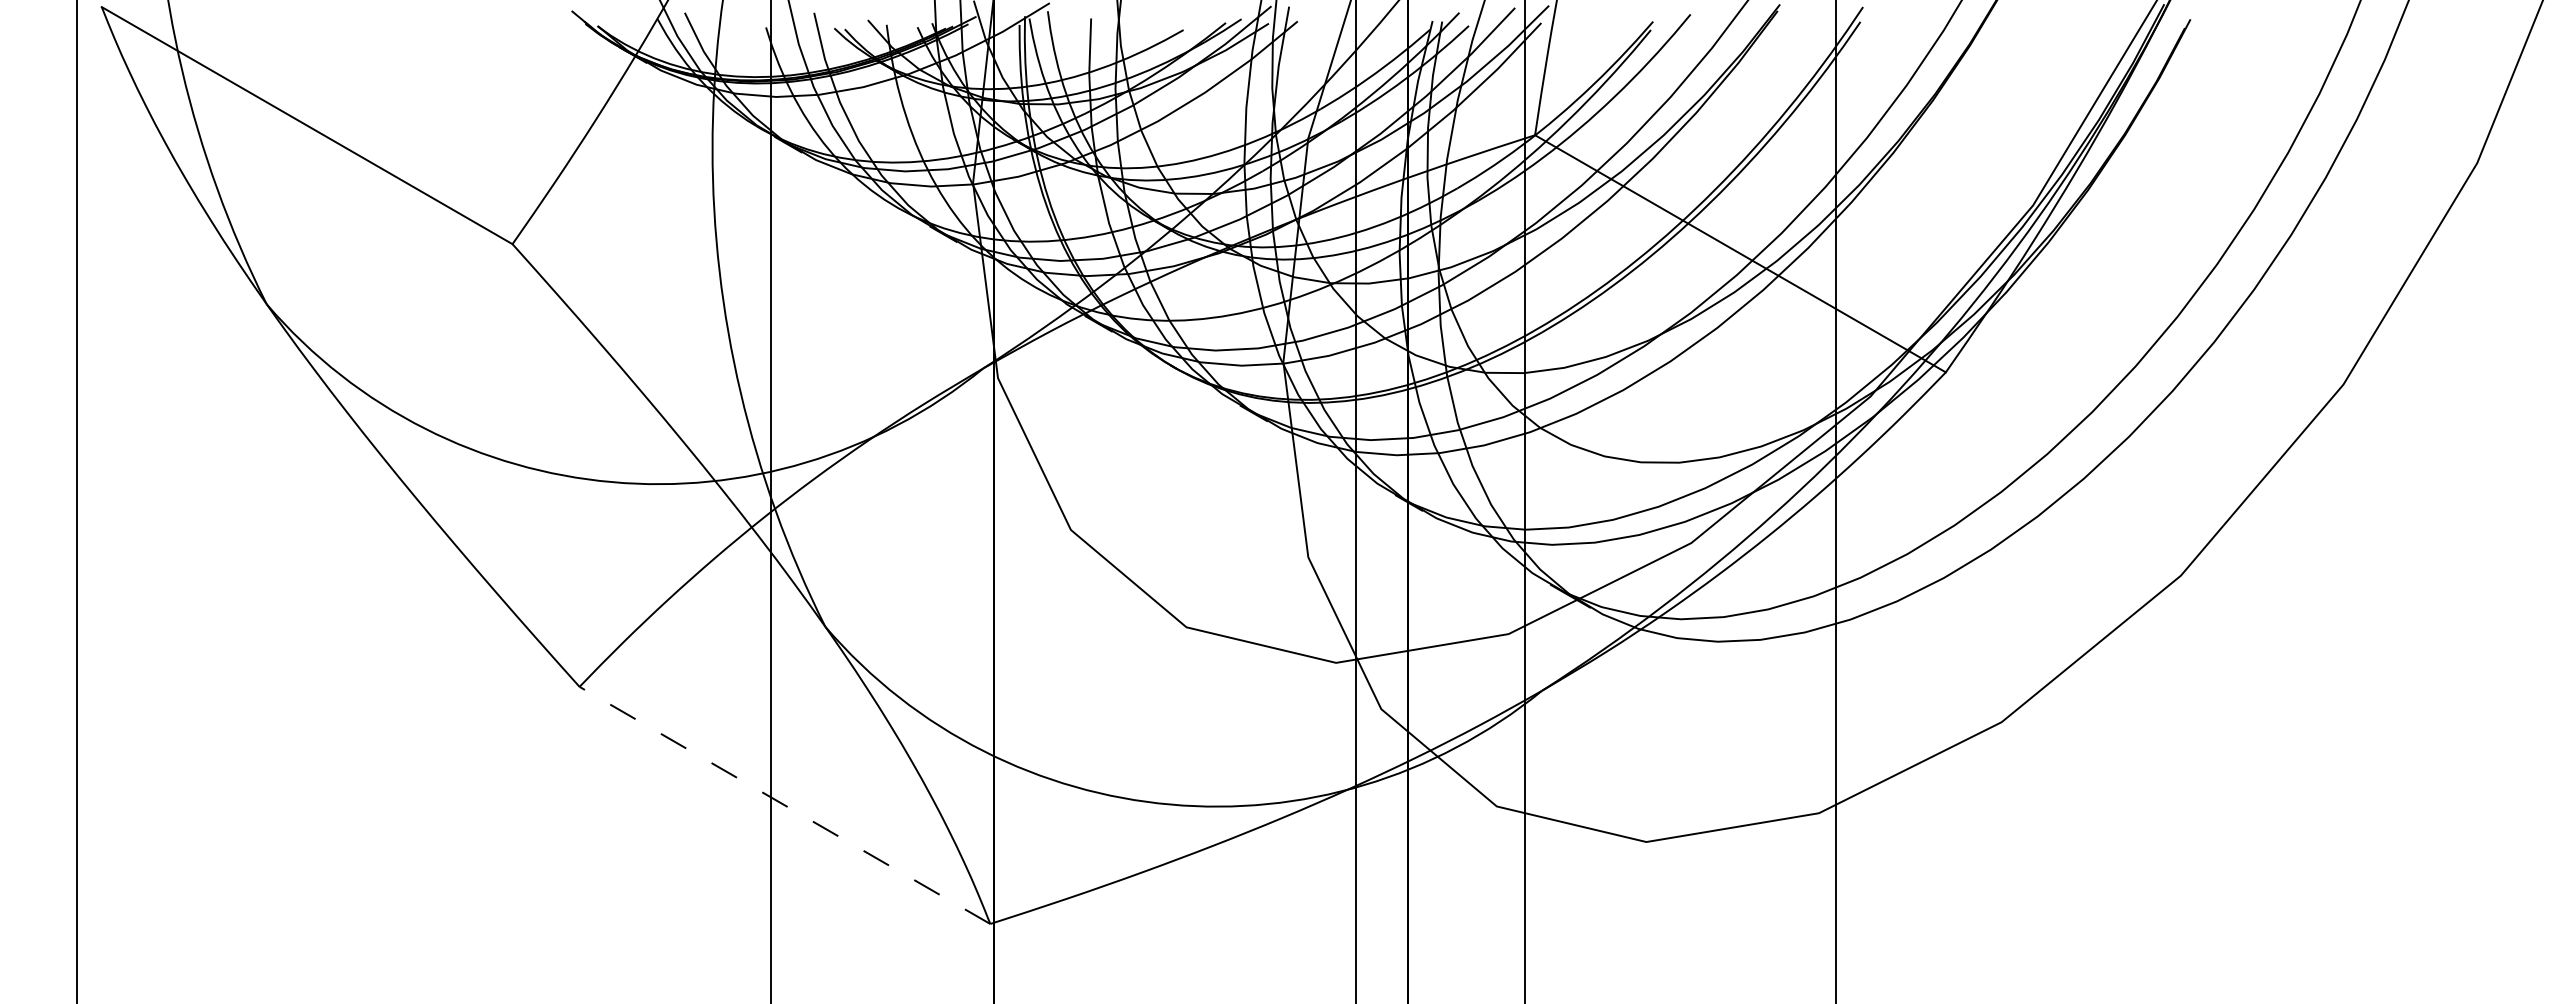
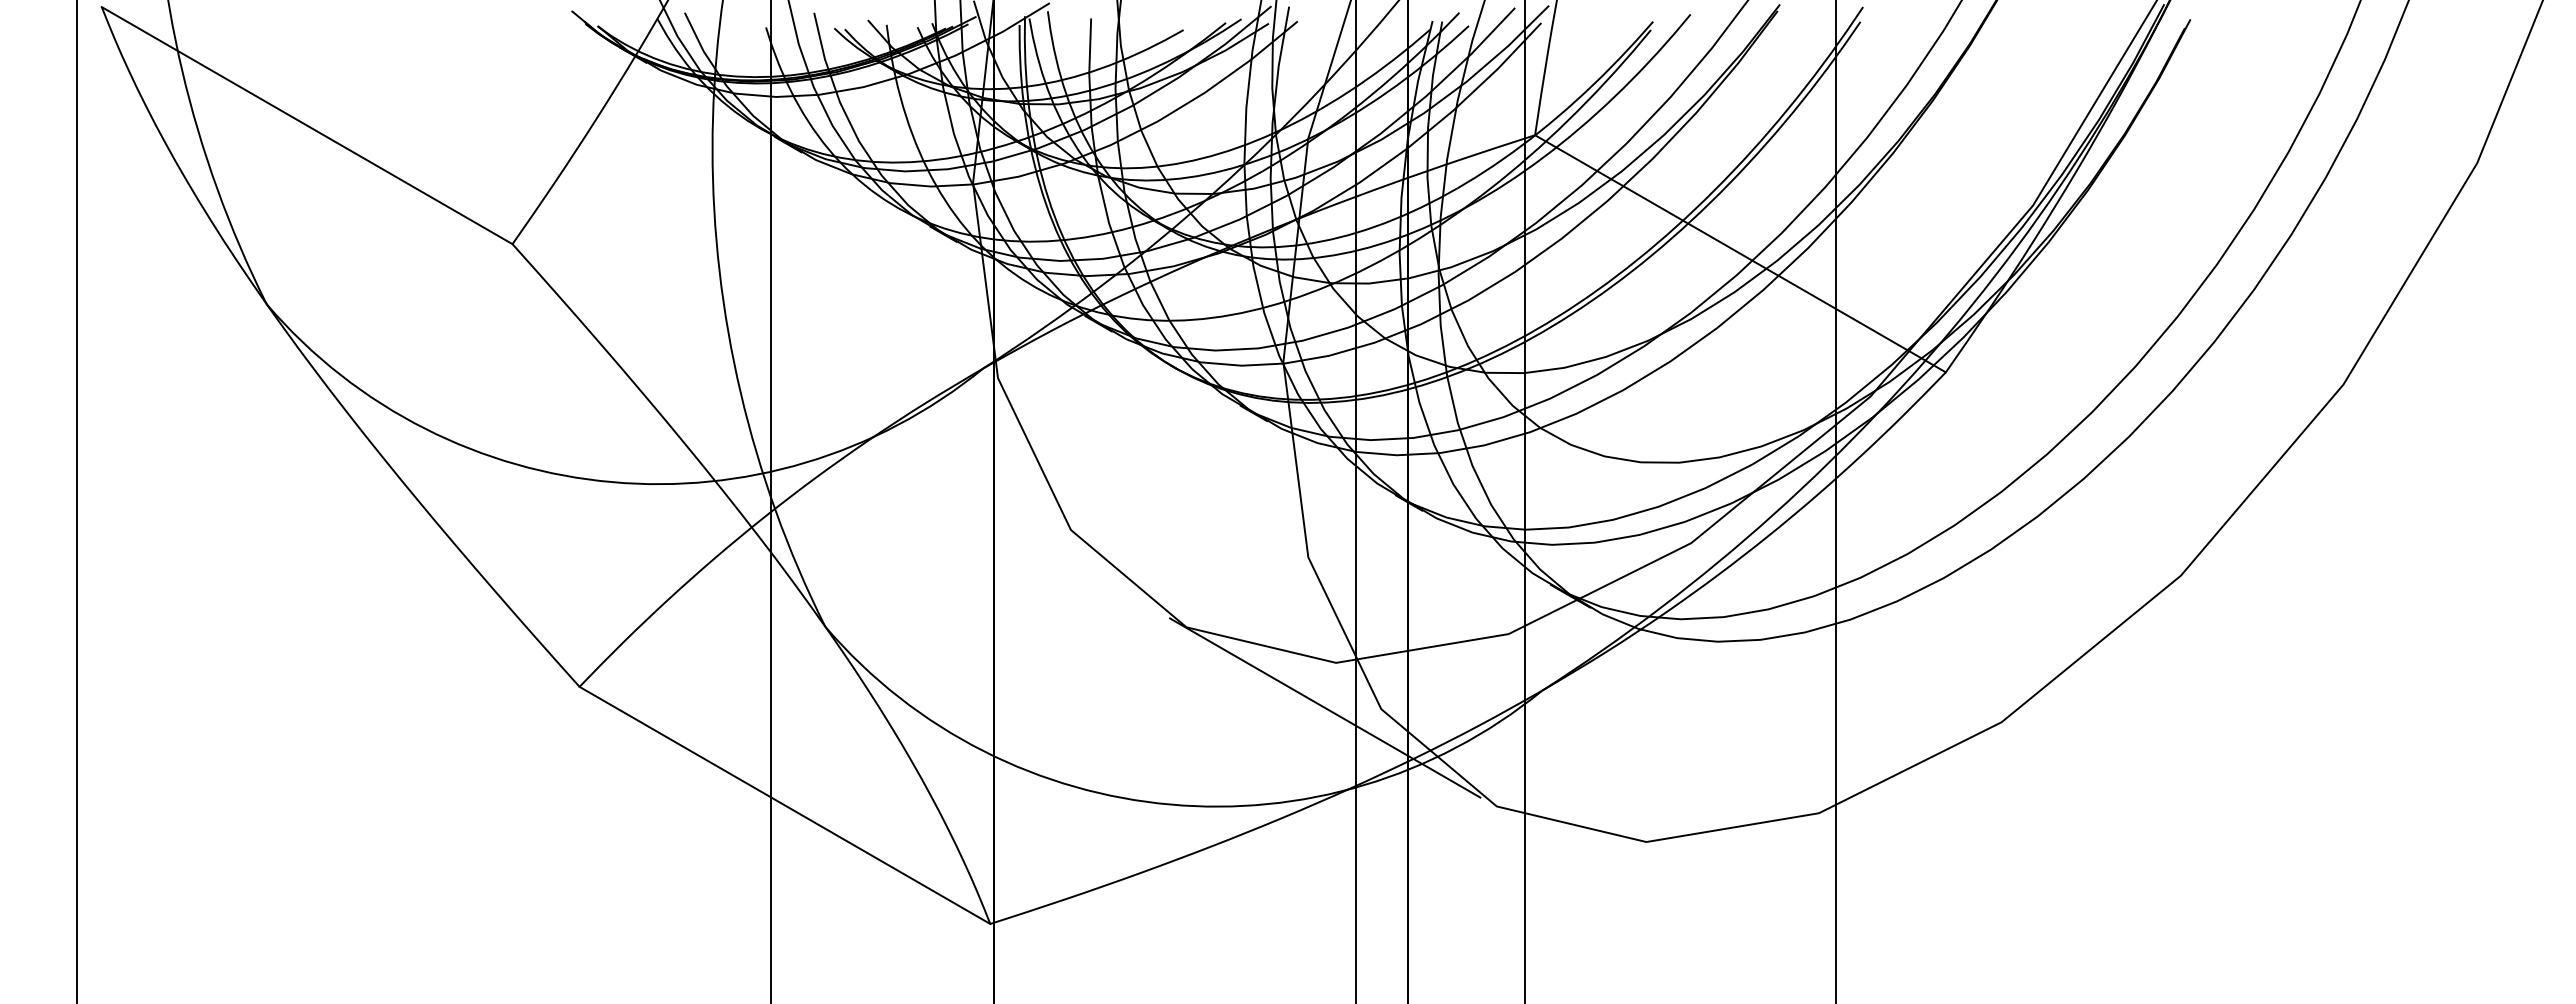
line at (1325, 707): none -> present
line at (784, 805): dashed -> solid
